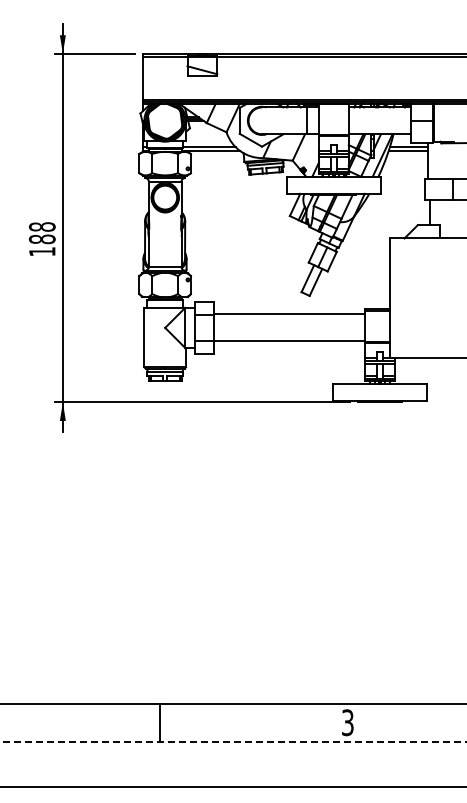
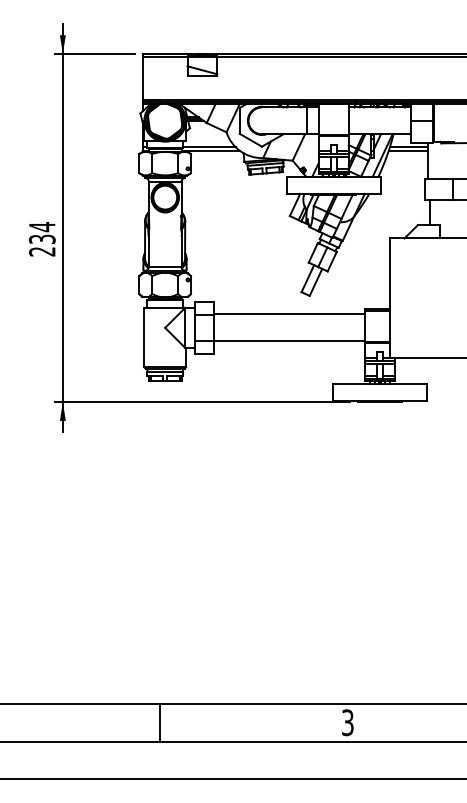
text at (41, 239): 188 -> 234
line at (233, 741): dashed -> solid
line at (232, 786) position: (232, 786) -> (232, 778)
